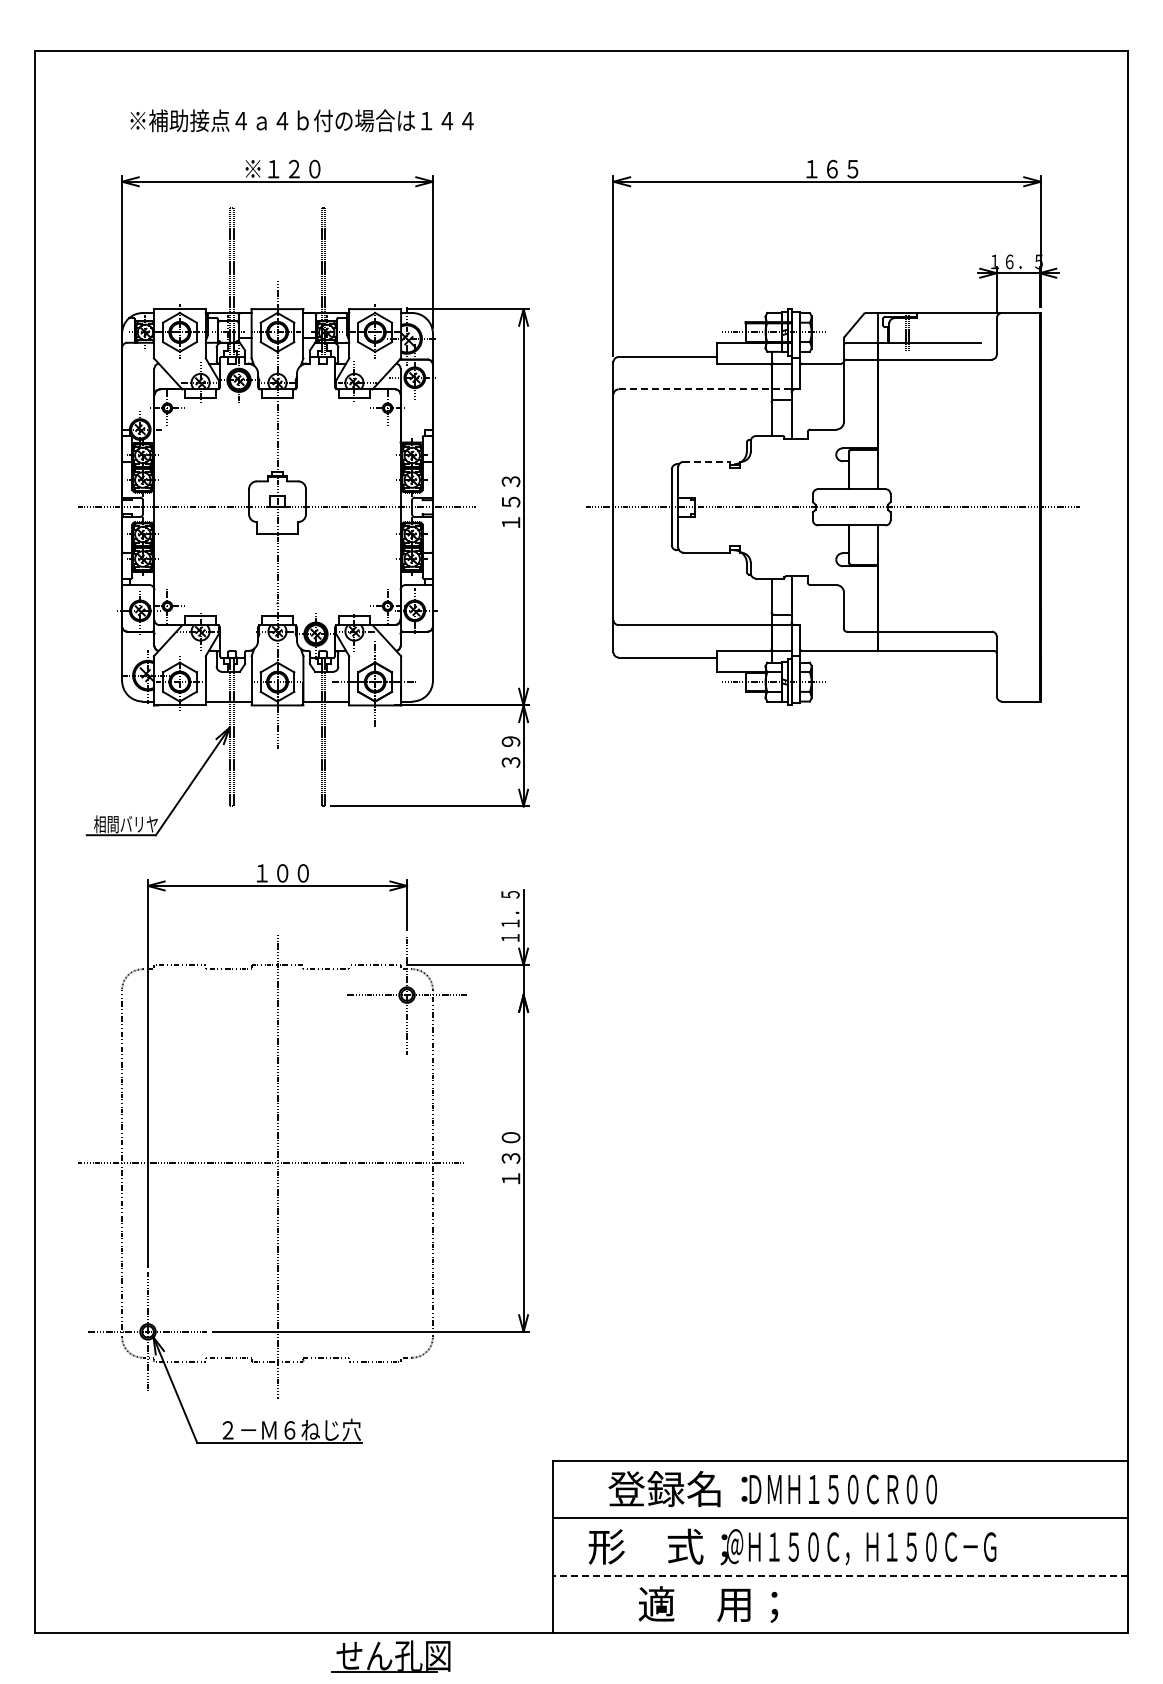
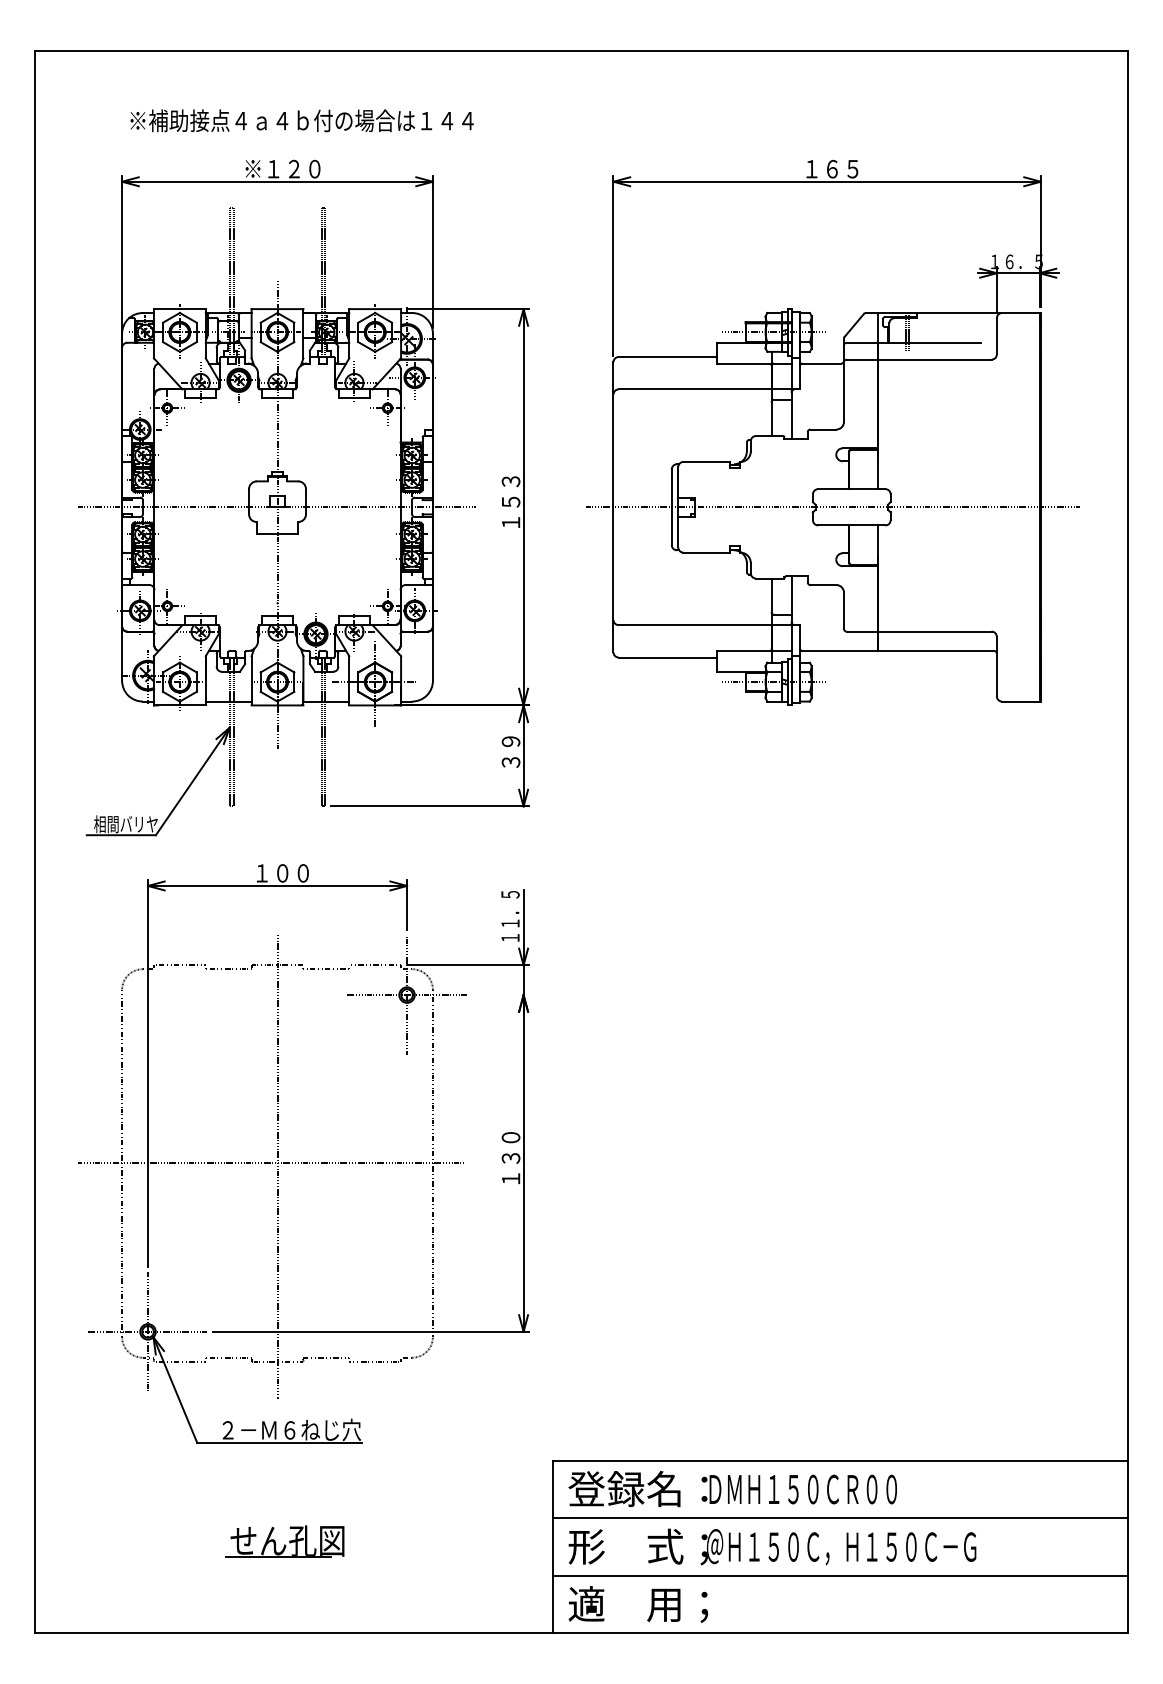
line at (705, 389): dashed -> solid
line at (707, 461): dashed -> solid
text at (772, 1489) position: (772, 1489) -> (732, 1489)
text at (792, 1546) position: (792, 1546) -> (772, 1546)
line at (840, 1575): dashed -> solid
text at (708, 1604) position: (708, 1604) -> (638, 1604)
part at (390, 1656) position: (390, 1656) -> (284, 1541)
